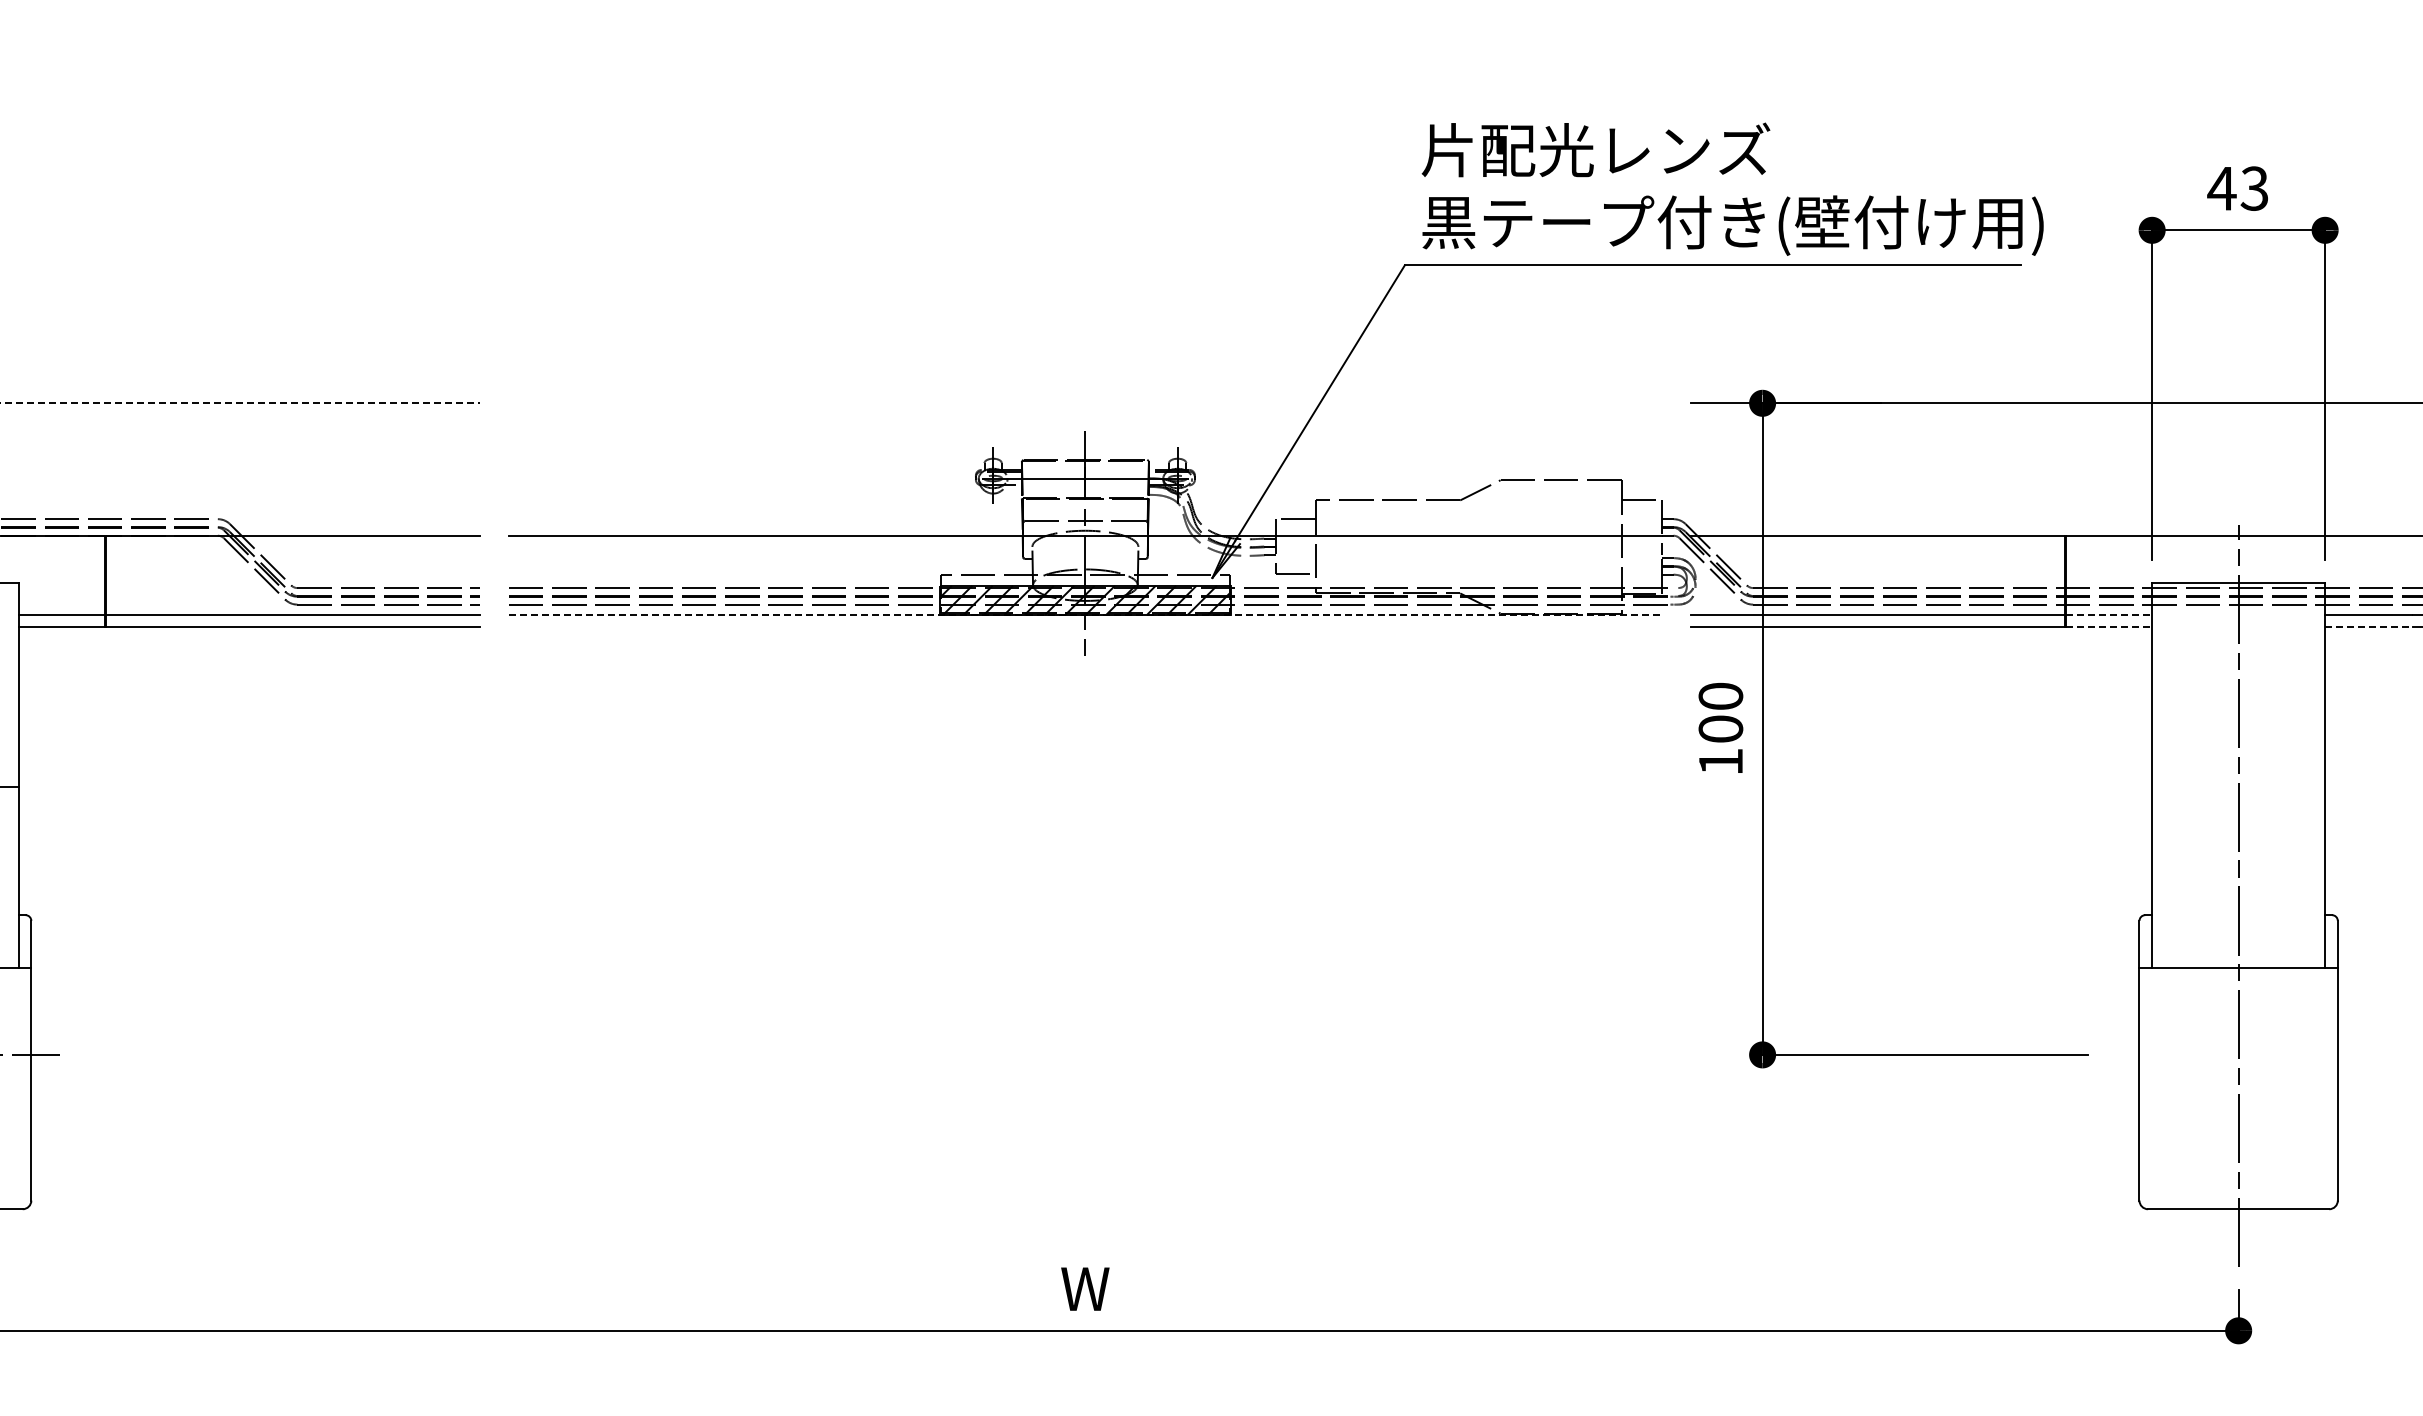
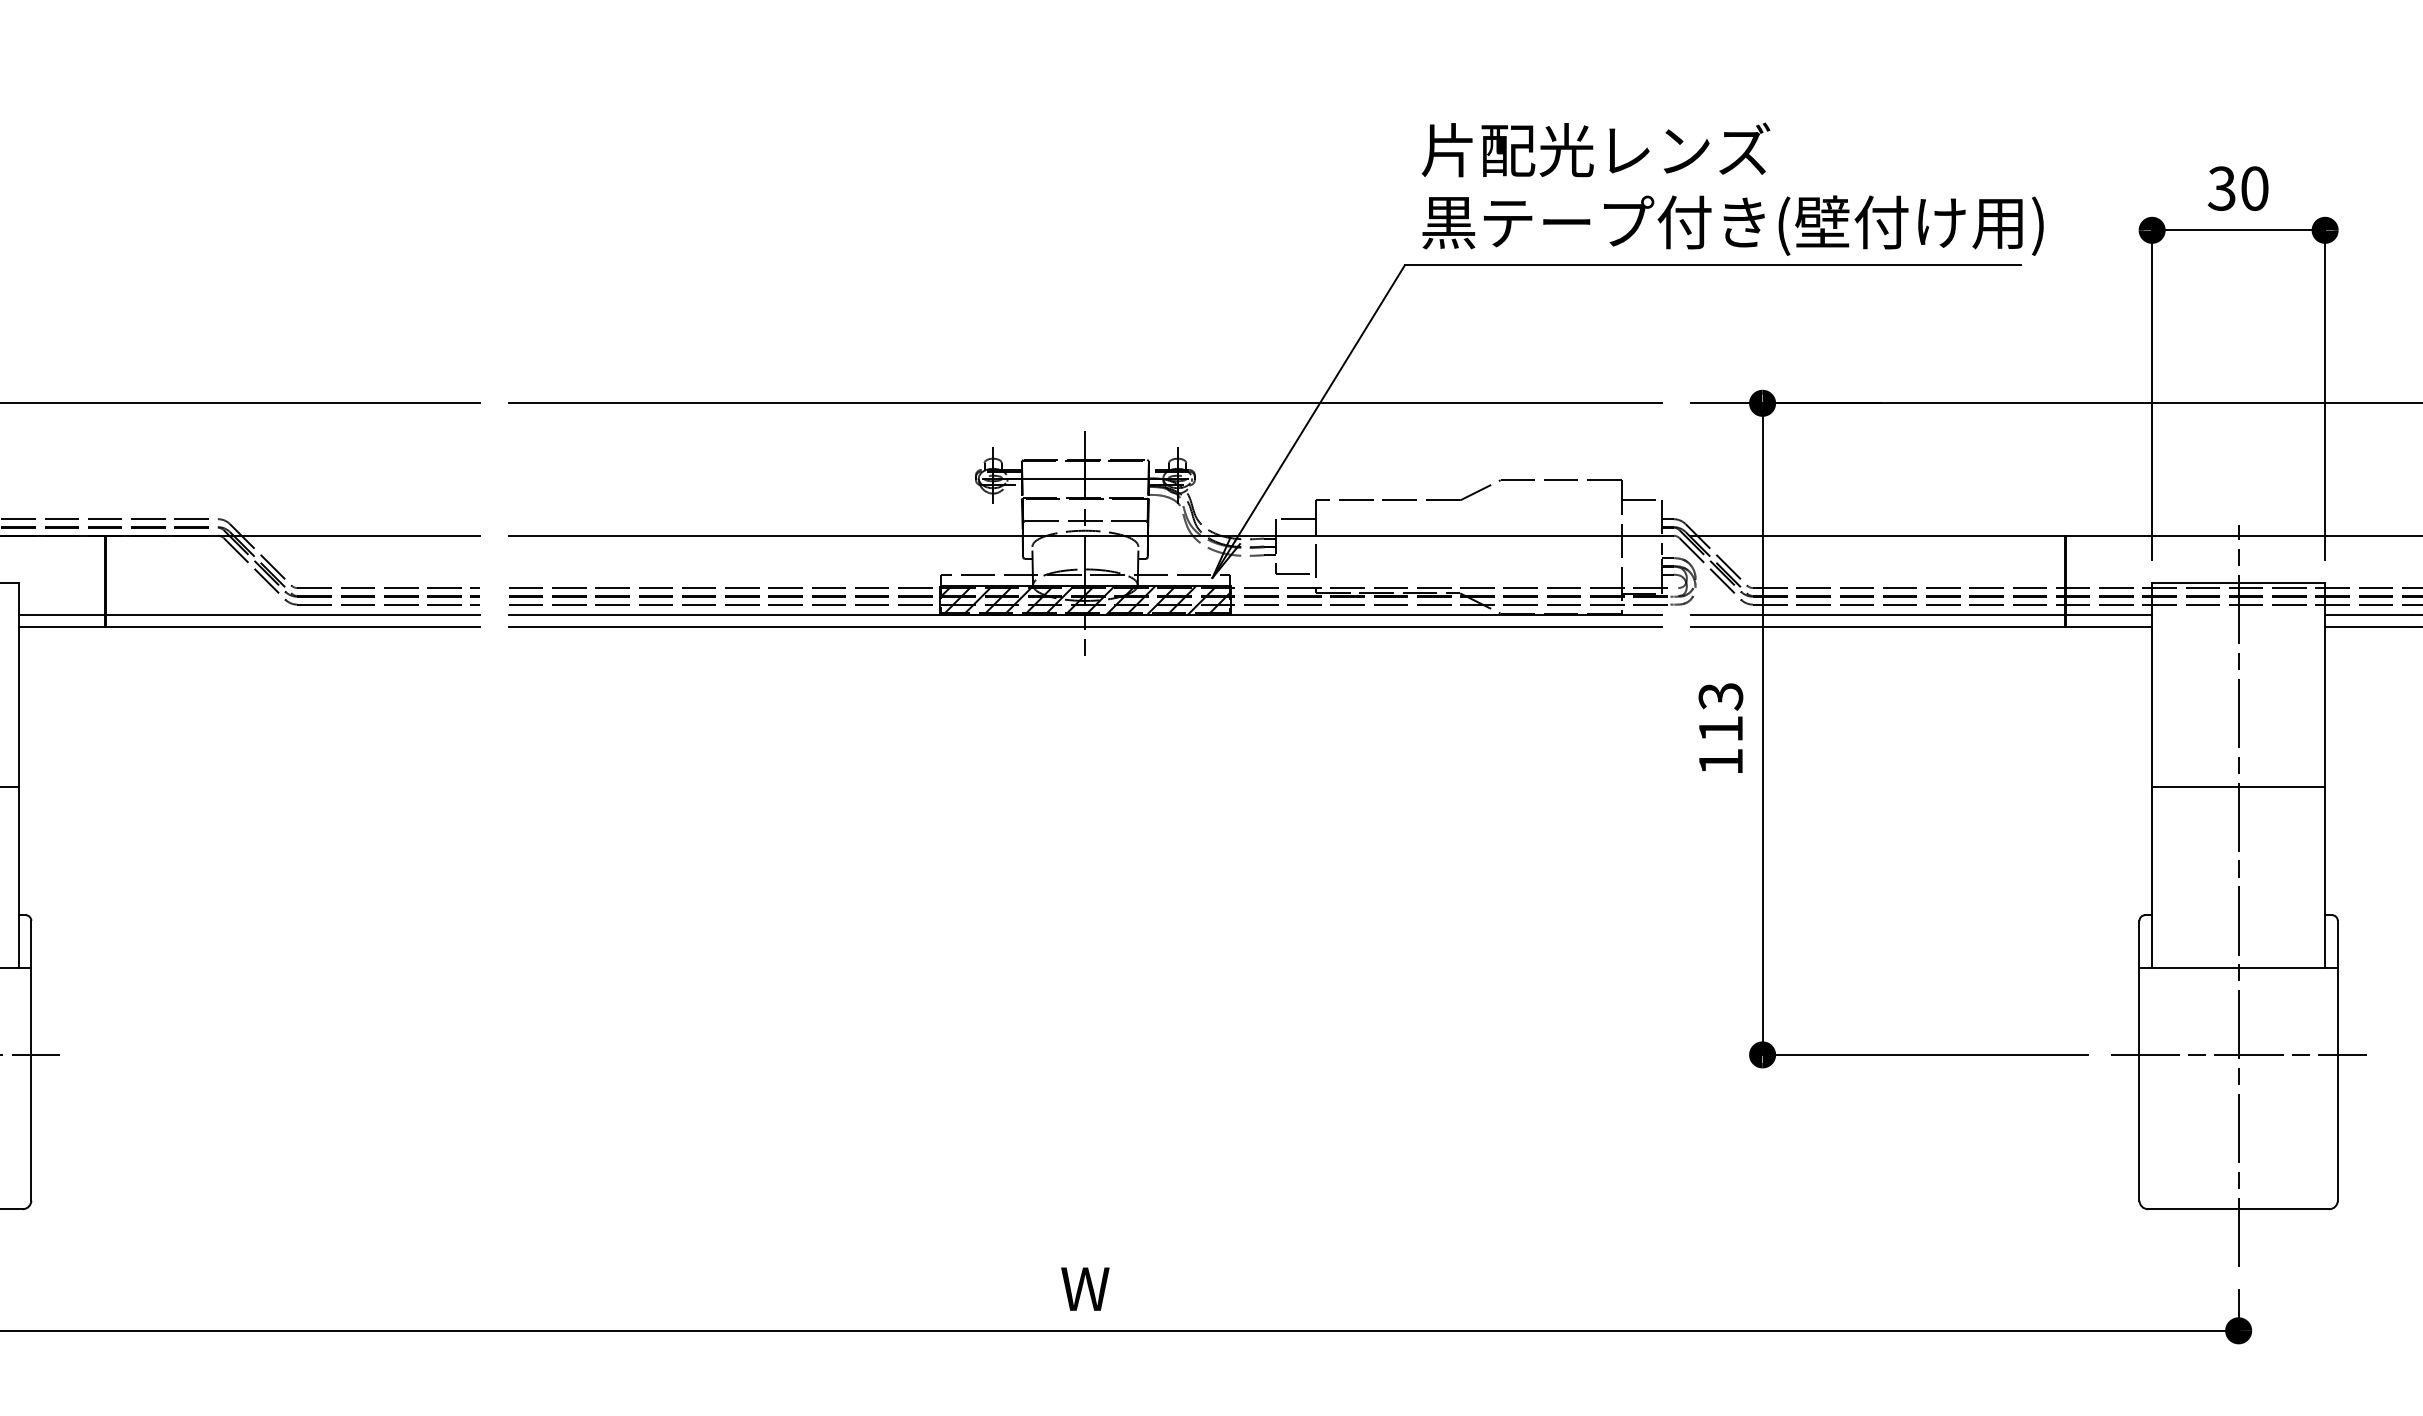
text at (2237, 188): 43 -> 30
line at (240, 403): dashed -> solid
line at (1085, 403): none -> present
line at (1085, 614): dashed -> solid
line at (2109, 614): dashed -> solid
line at (1085, 627): none -> present
line at (2109, 627): dashed -> solid
line at (2368, 627): dashed -> solid
text at (1720, 712): 100 -> 113
line at (2238, 787): none -> present
line at (2238, 1054): none -> present
